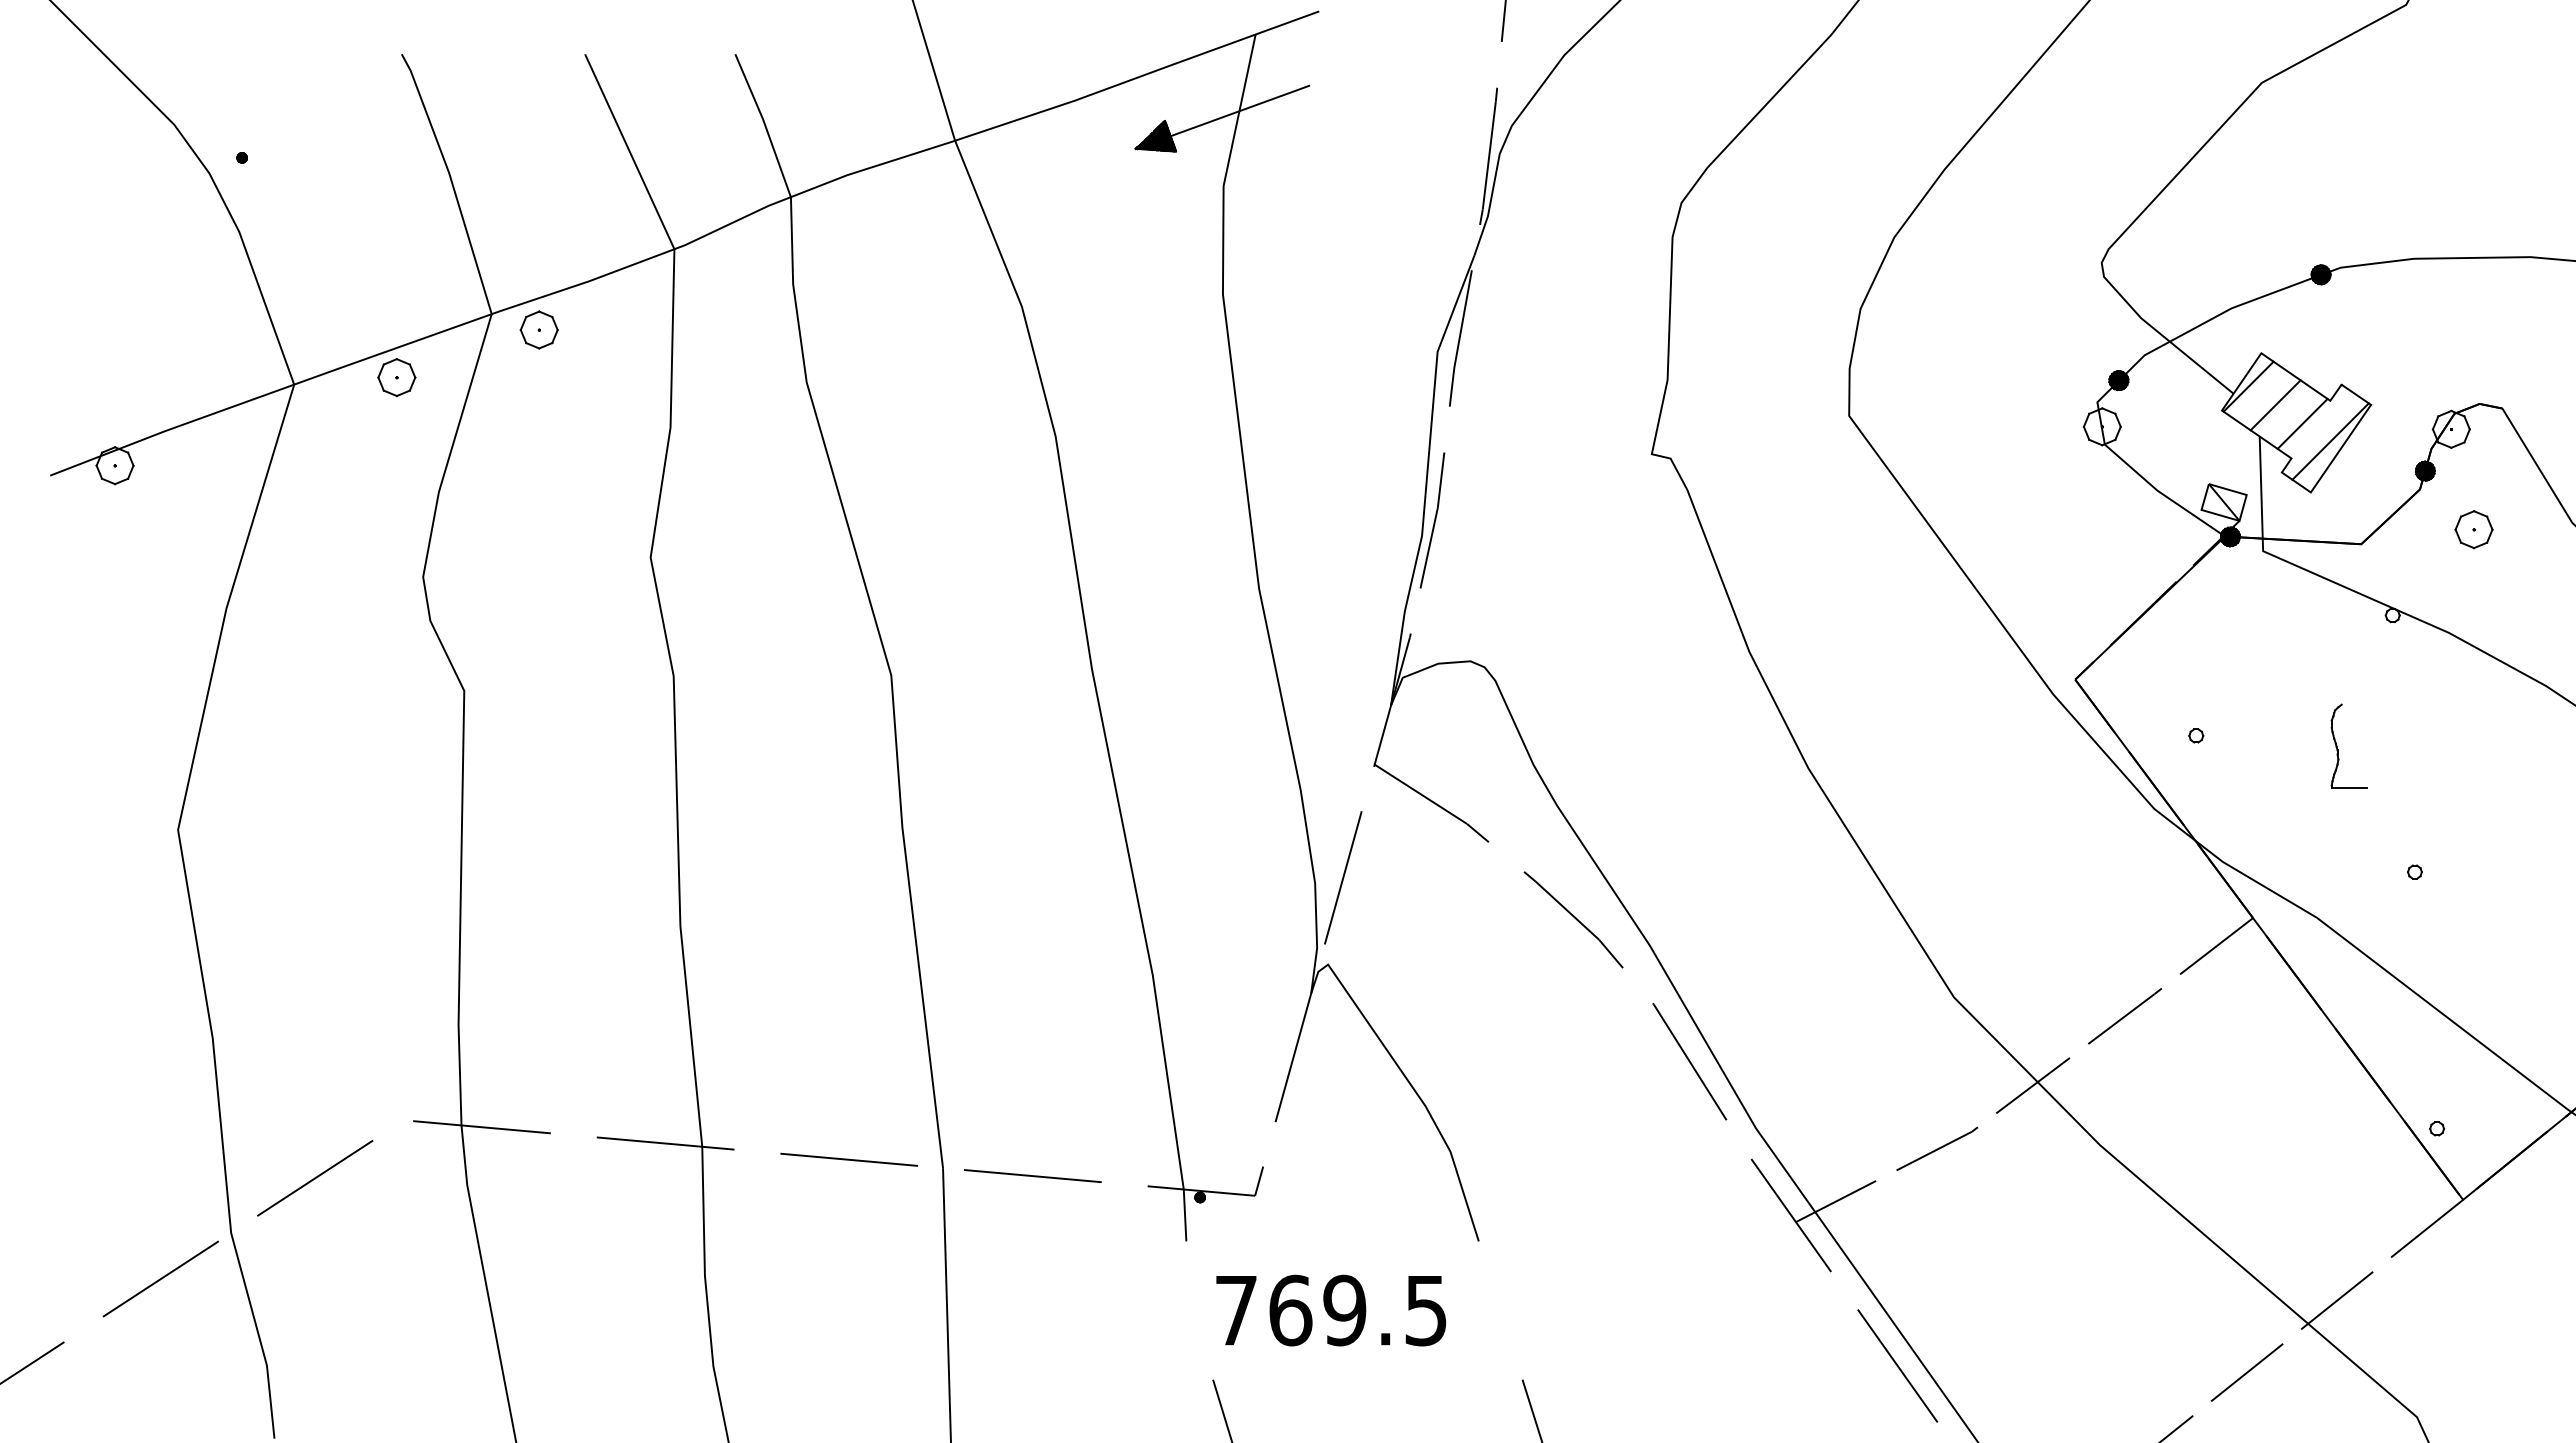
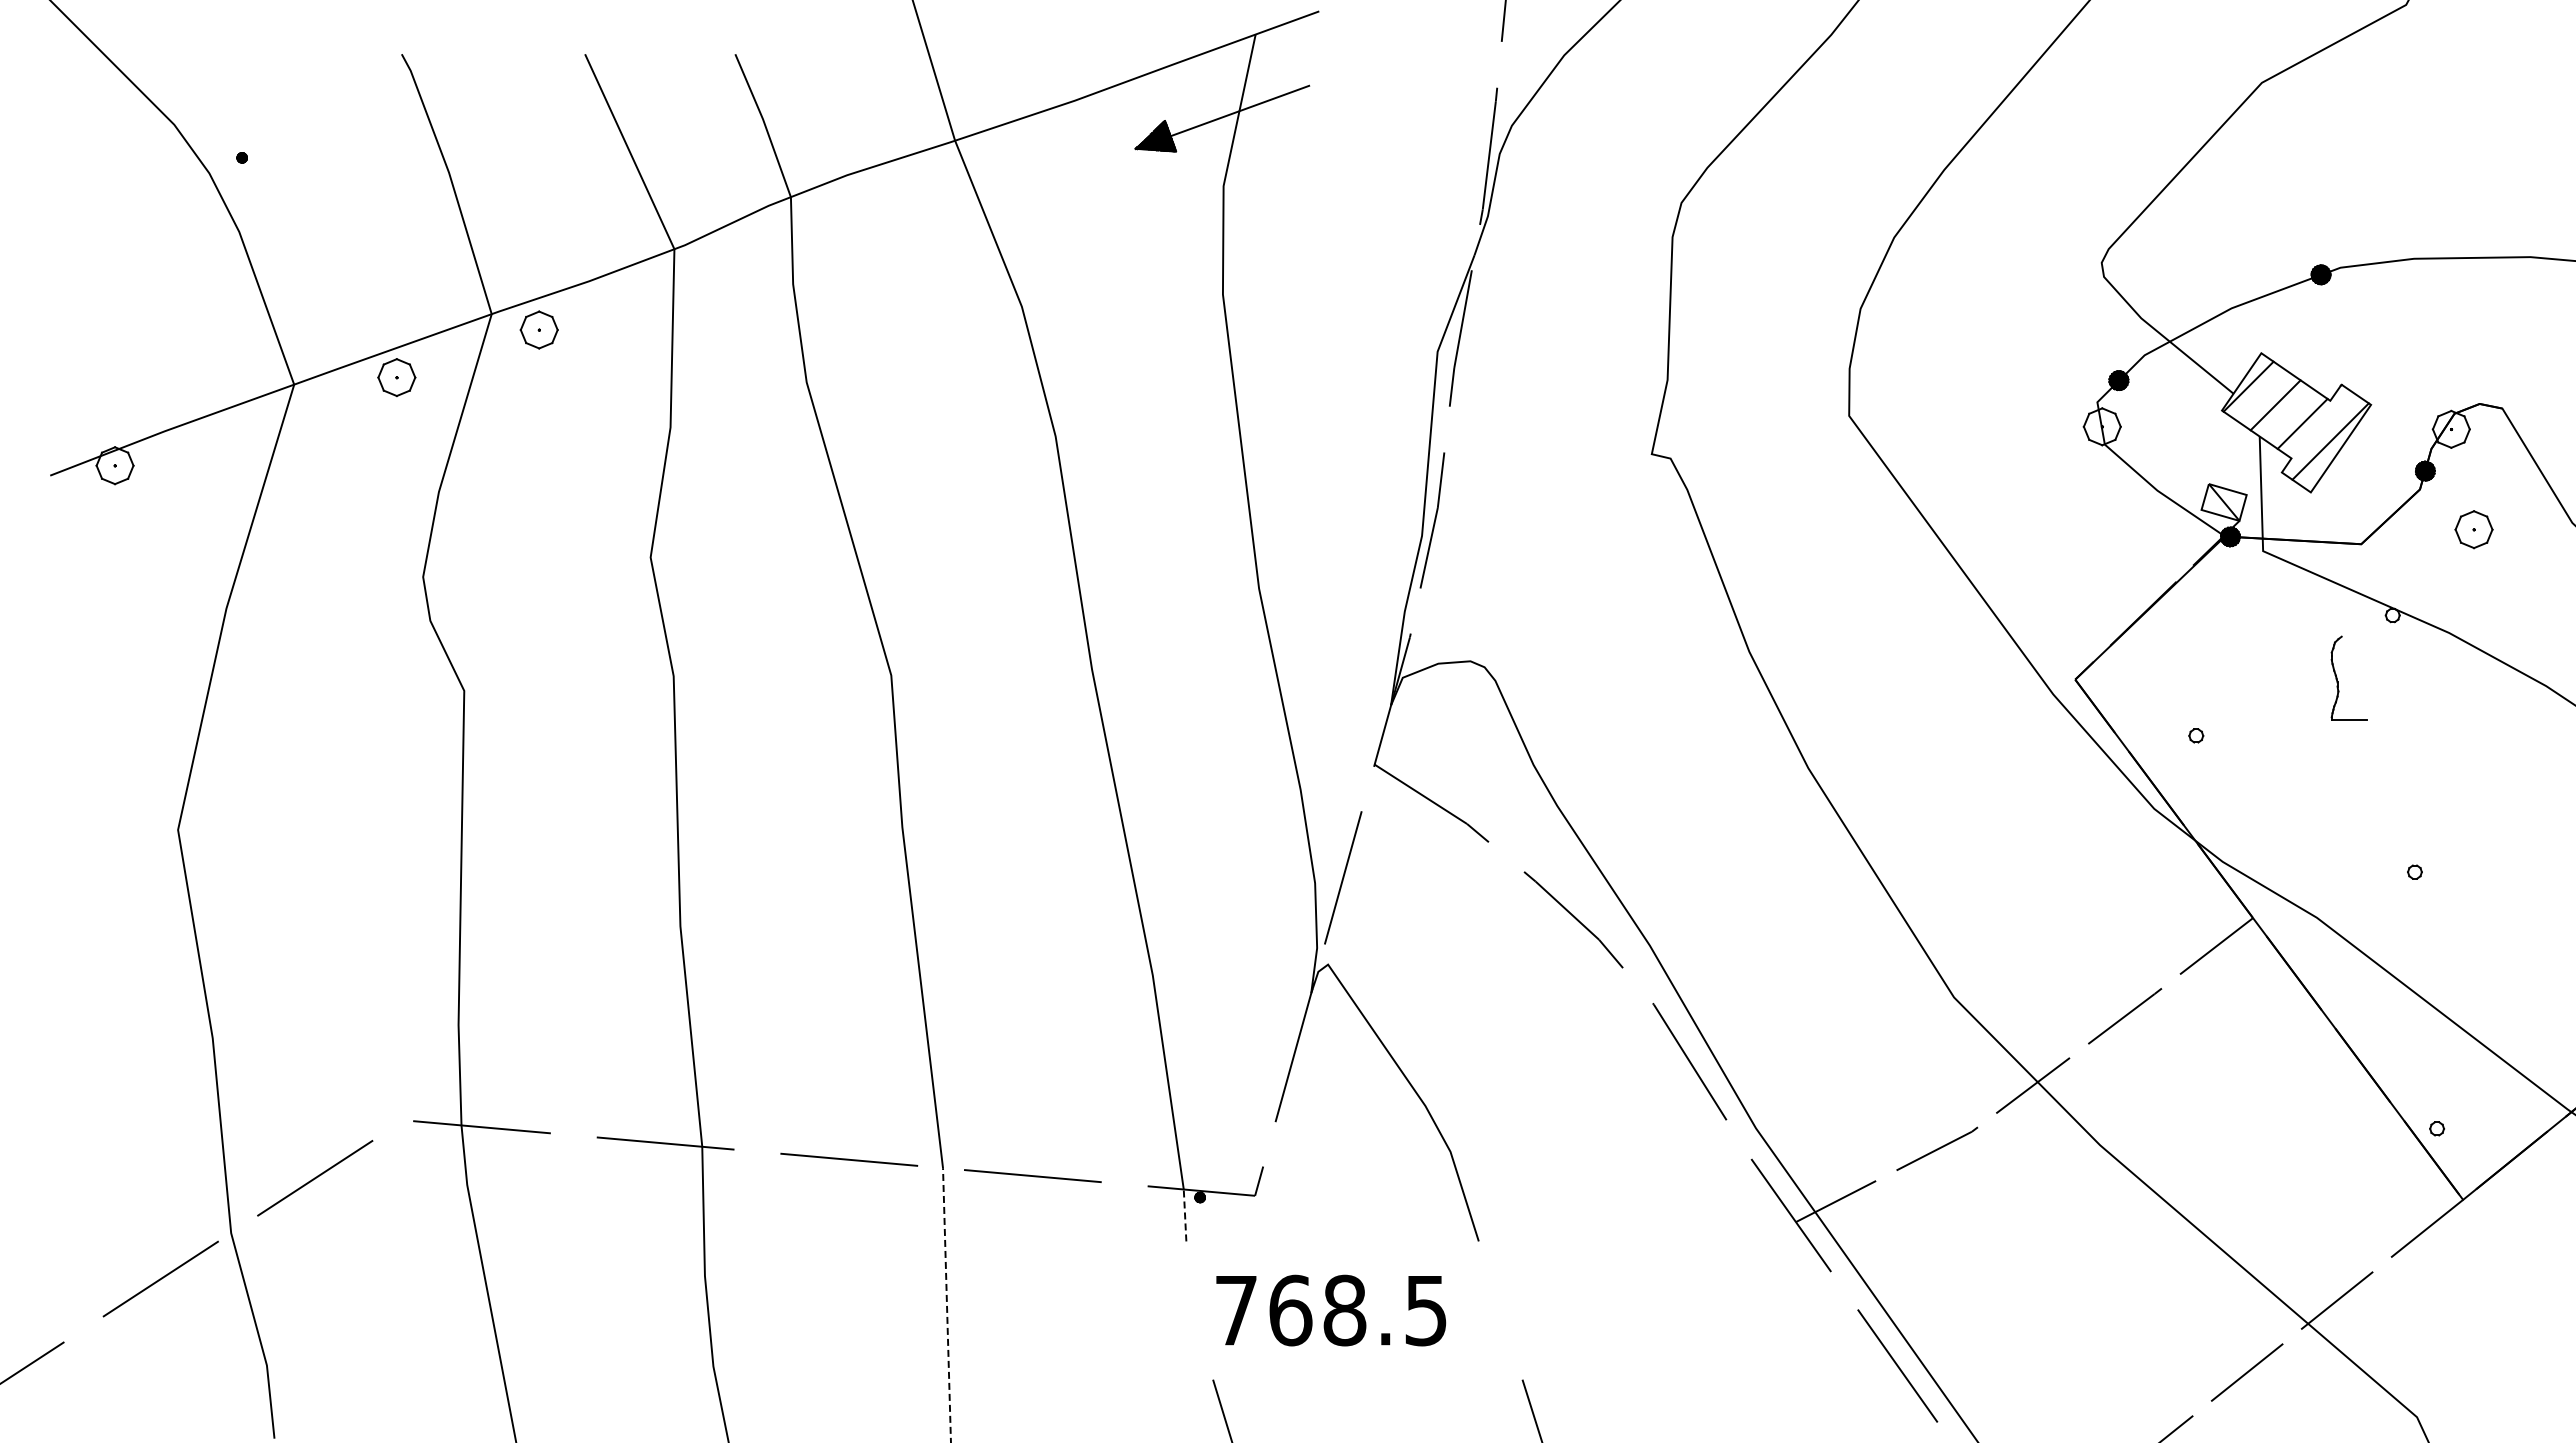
part at (2338, 749) position: (2338, 749) -> (2338, 681)
line at (1185, 1214): solid -> dashed
line at (946, 1305): solid -> dashed
text at (1344, 1310): 769.5 -> 768.5
